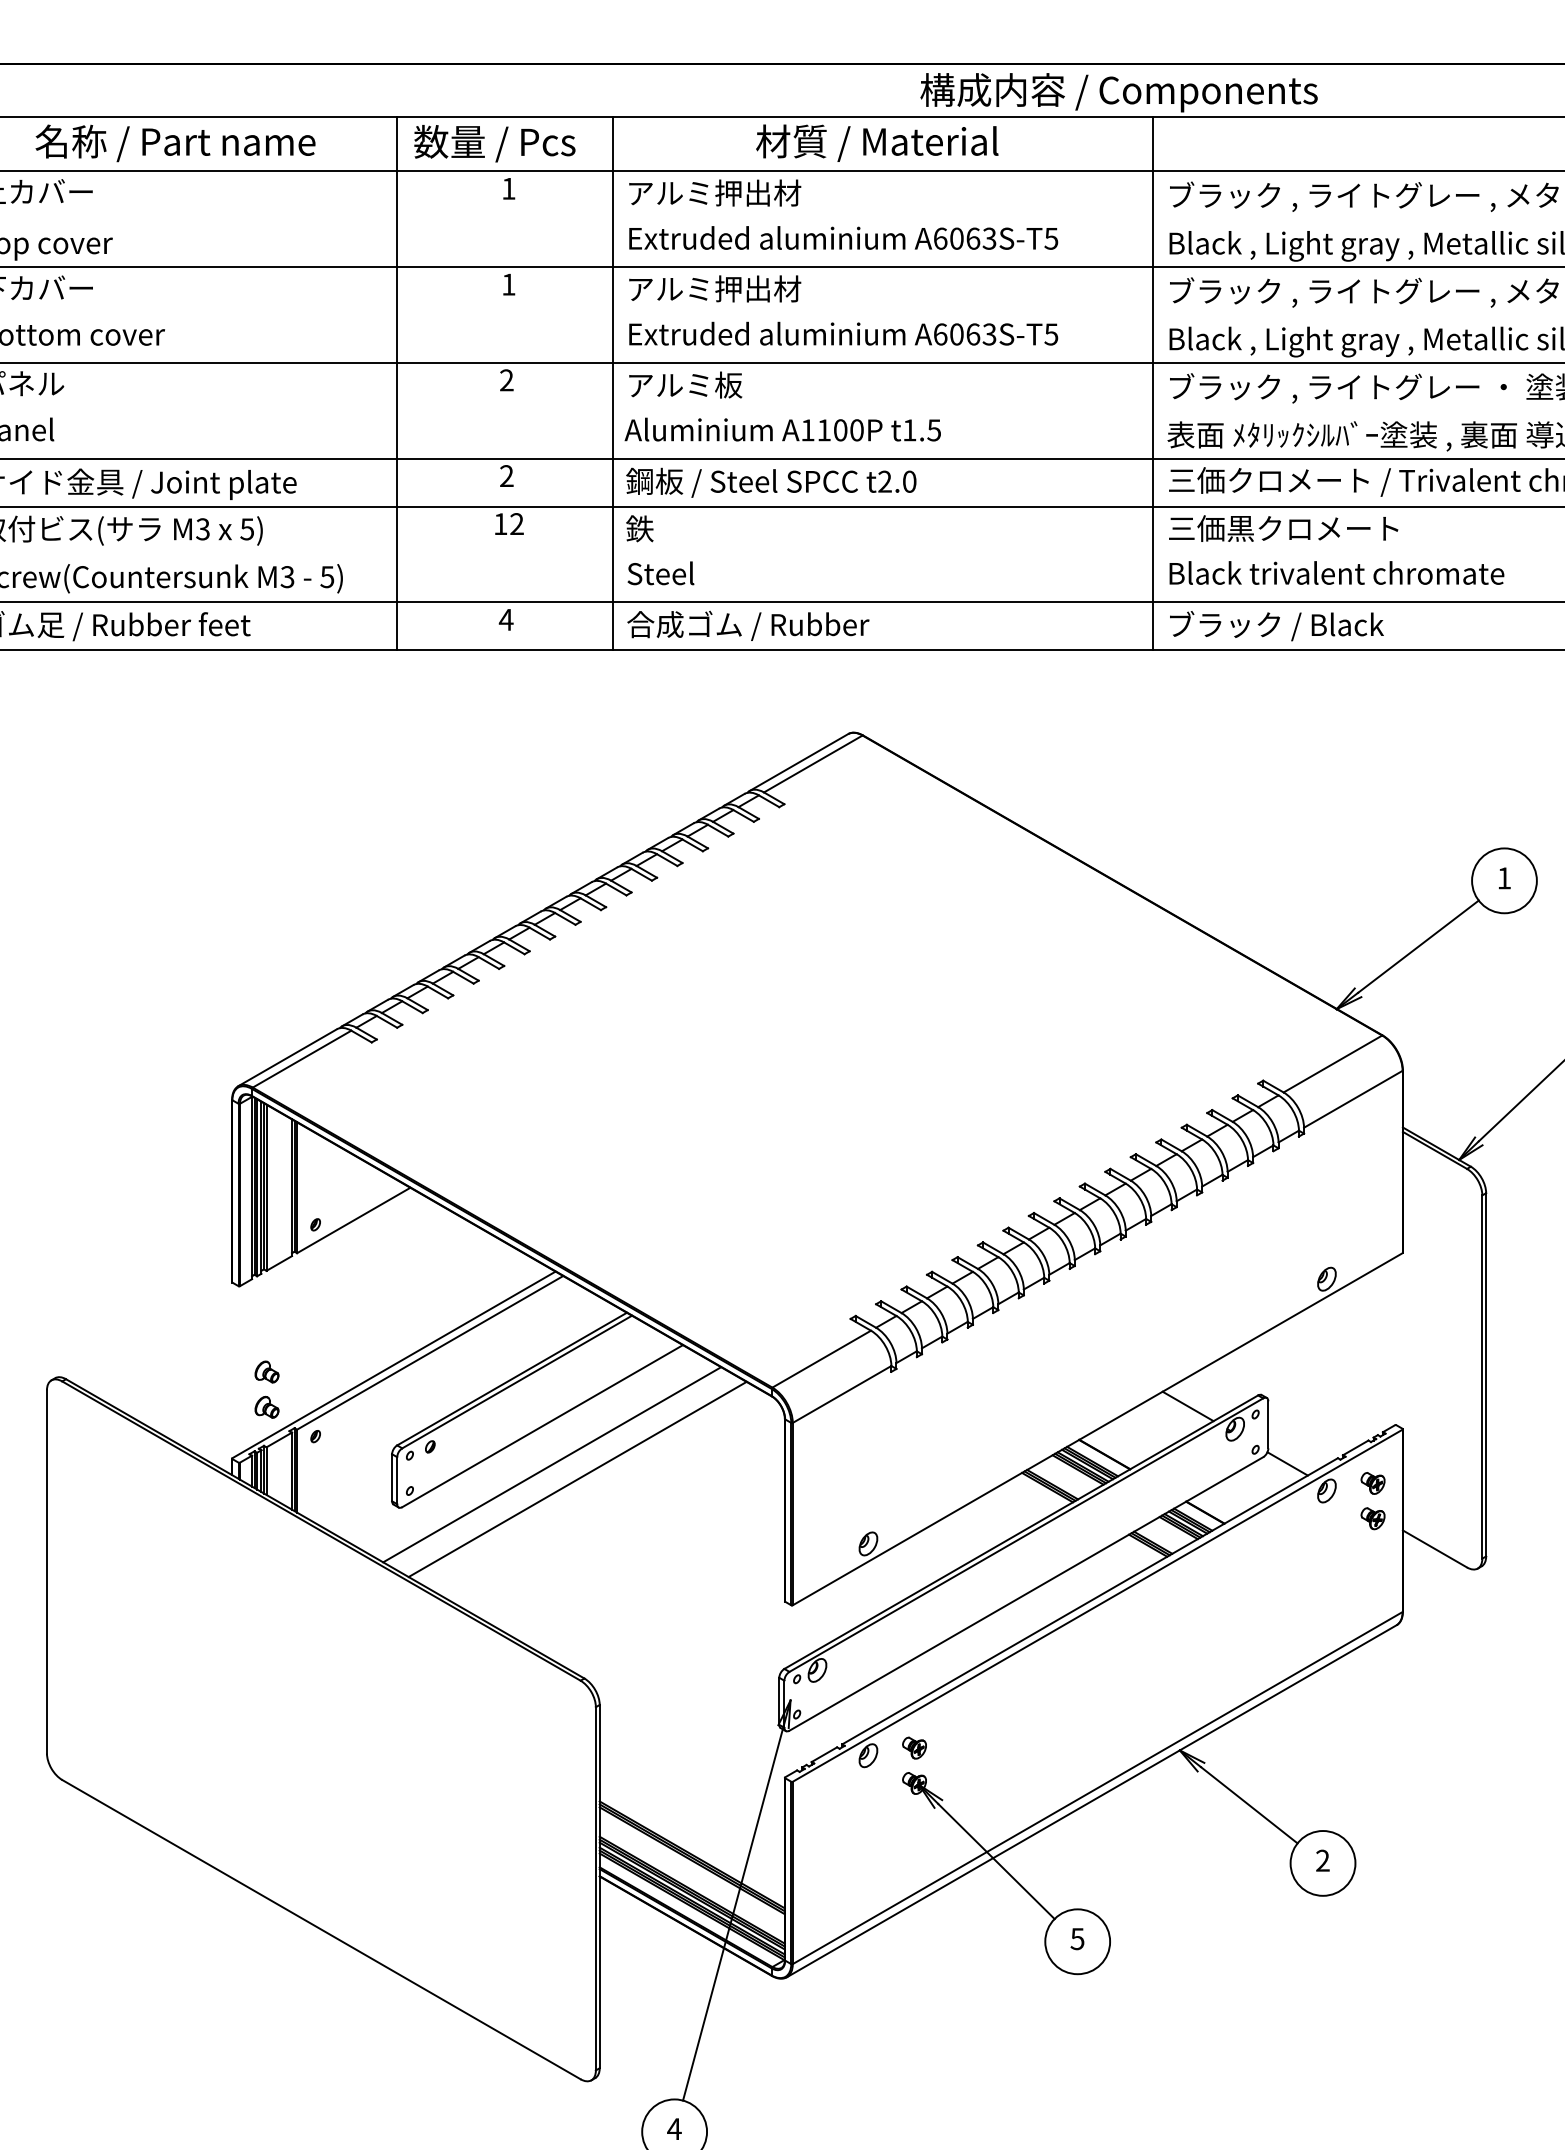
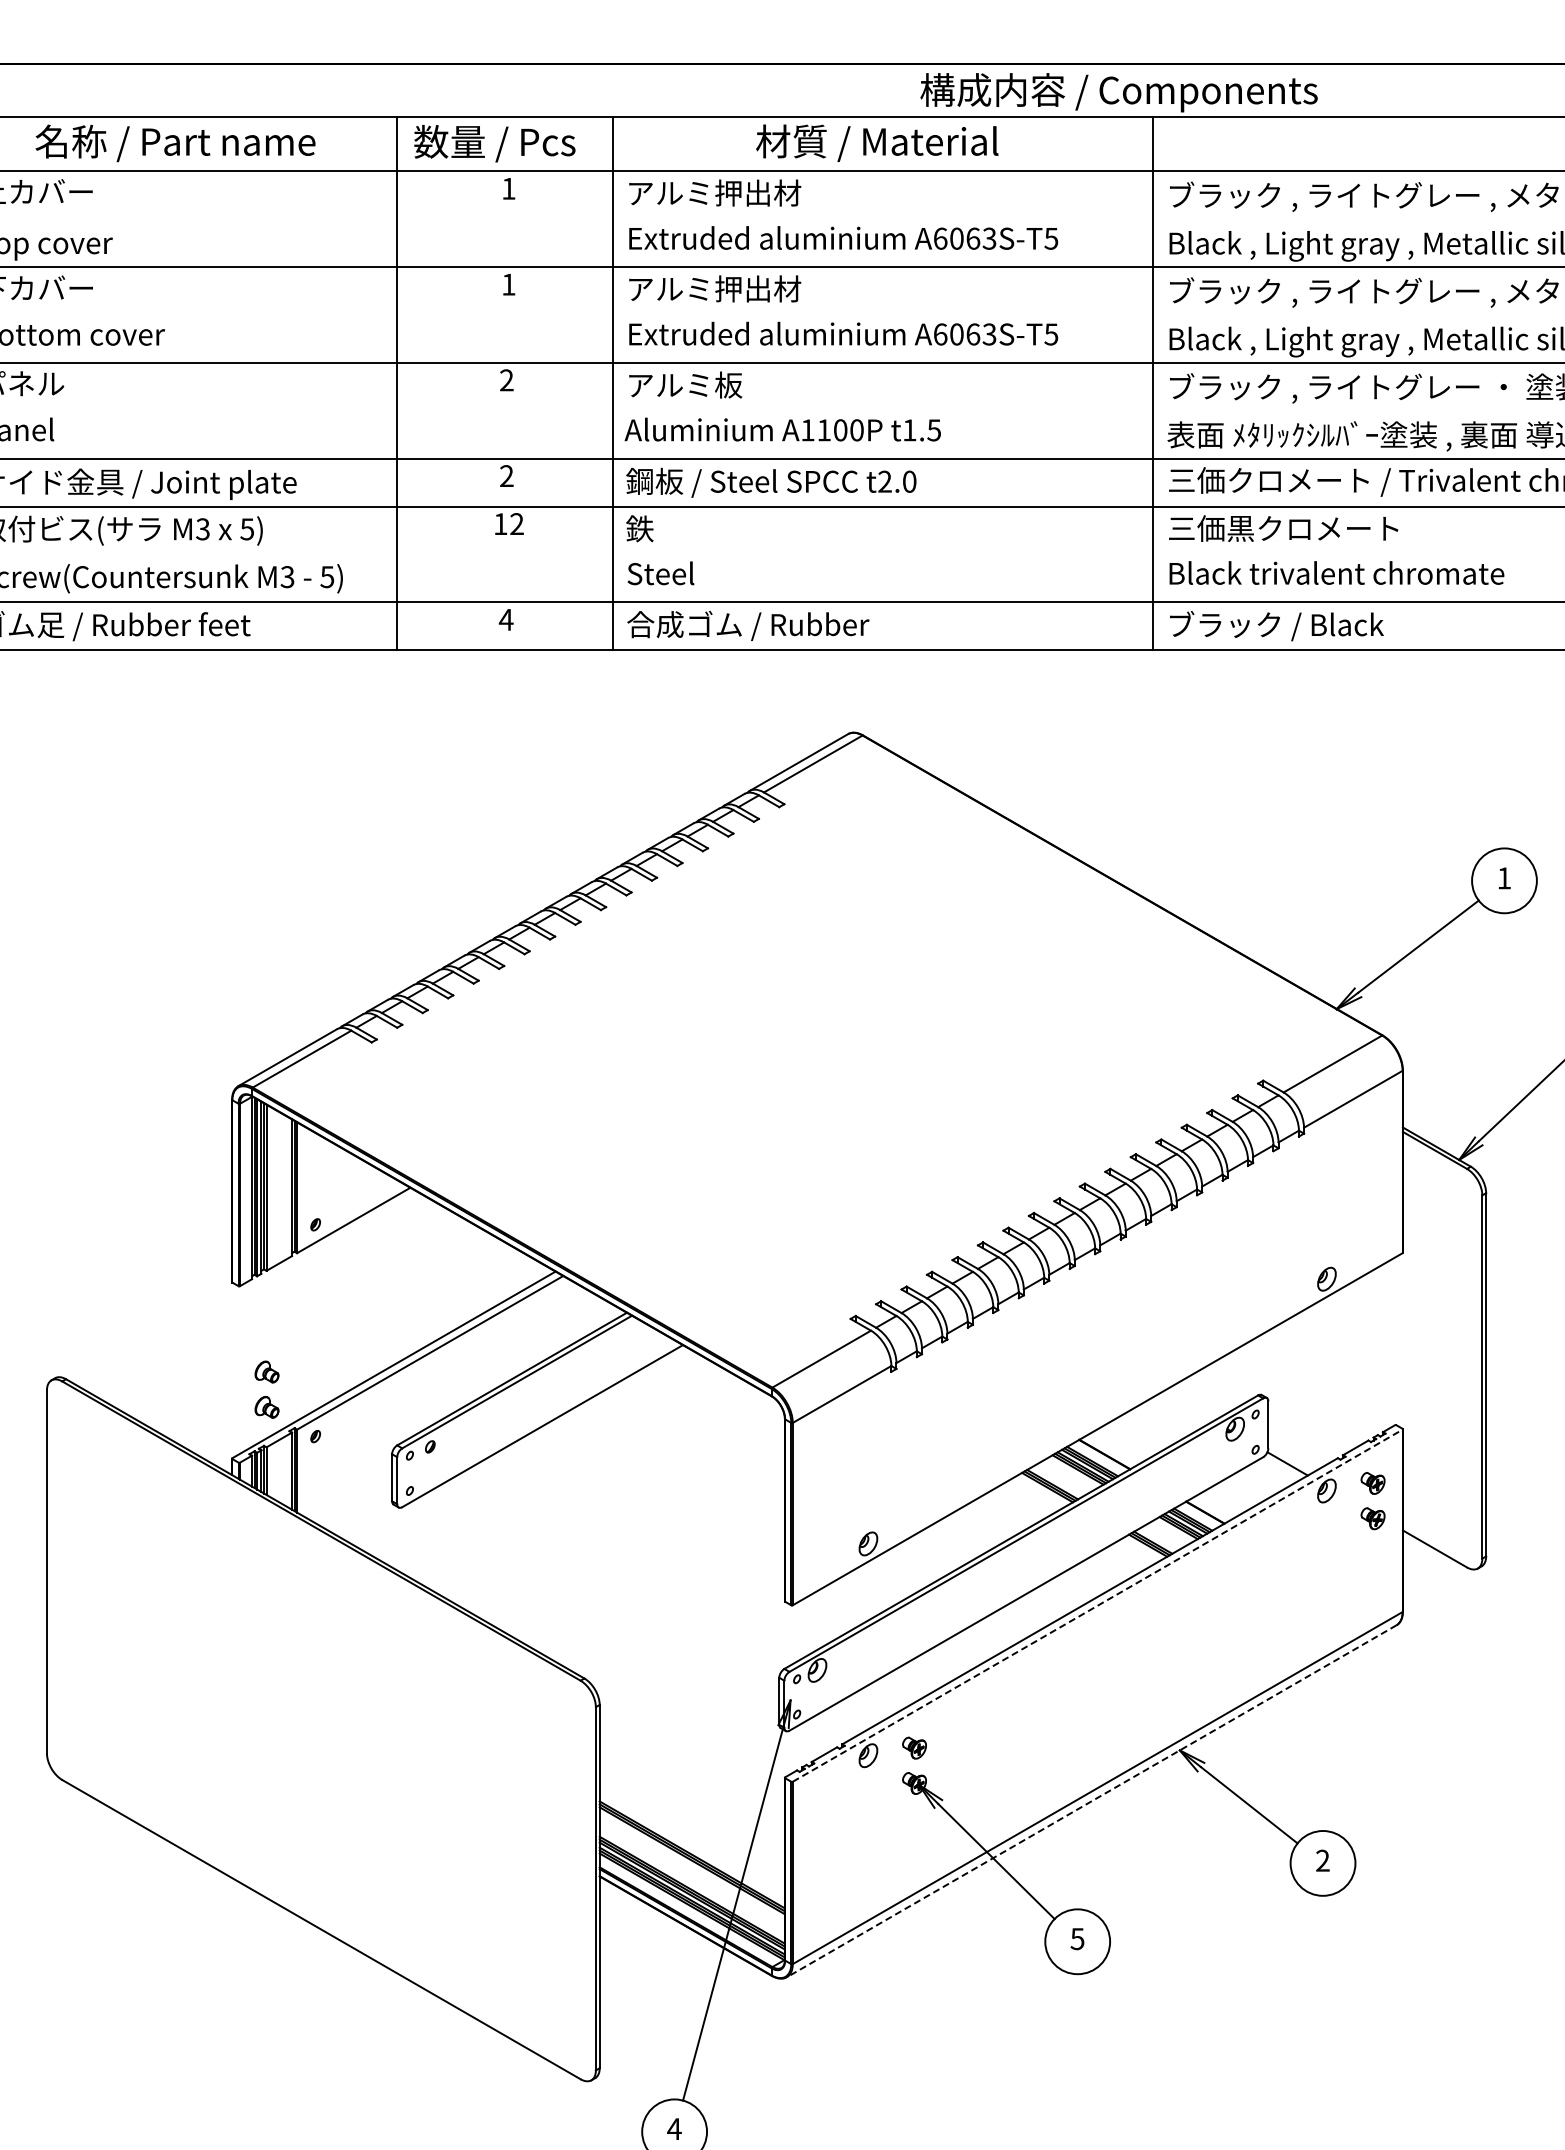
line at (1187, 1406): present -> none
line at (552, 1464): present -> none
line at (577, 1479): present -> none
line at (1098, 1605): solid -> dashed
line at (1091, 1801): solid -> dashed
